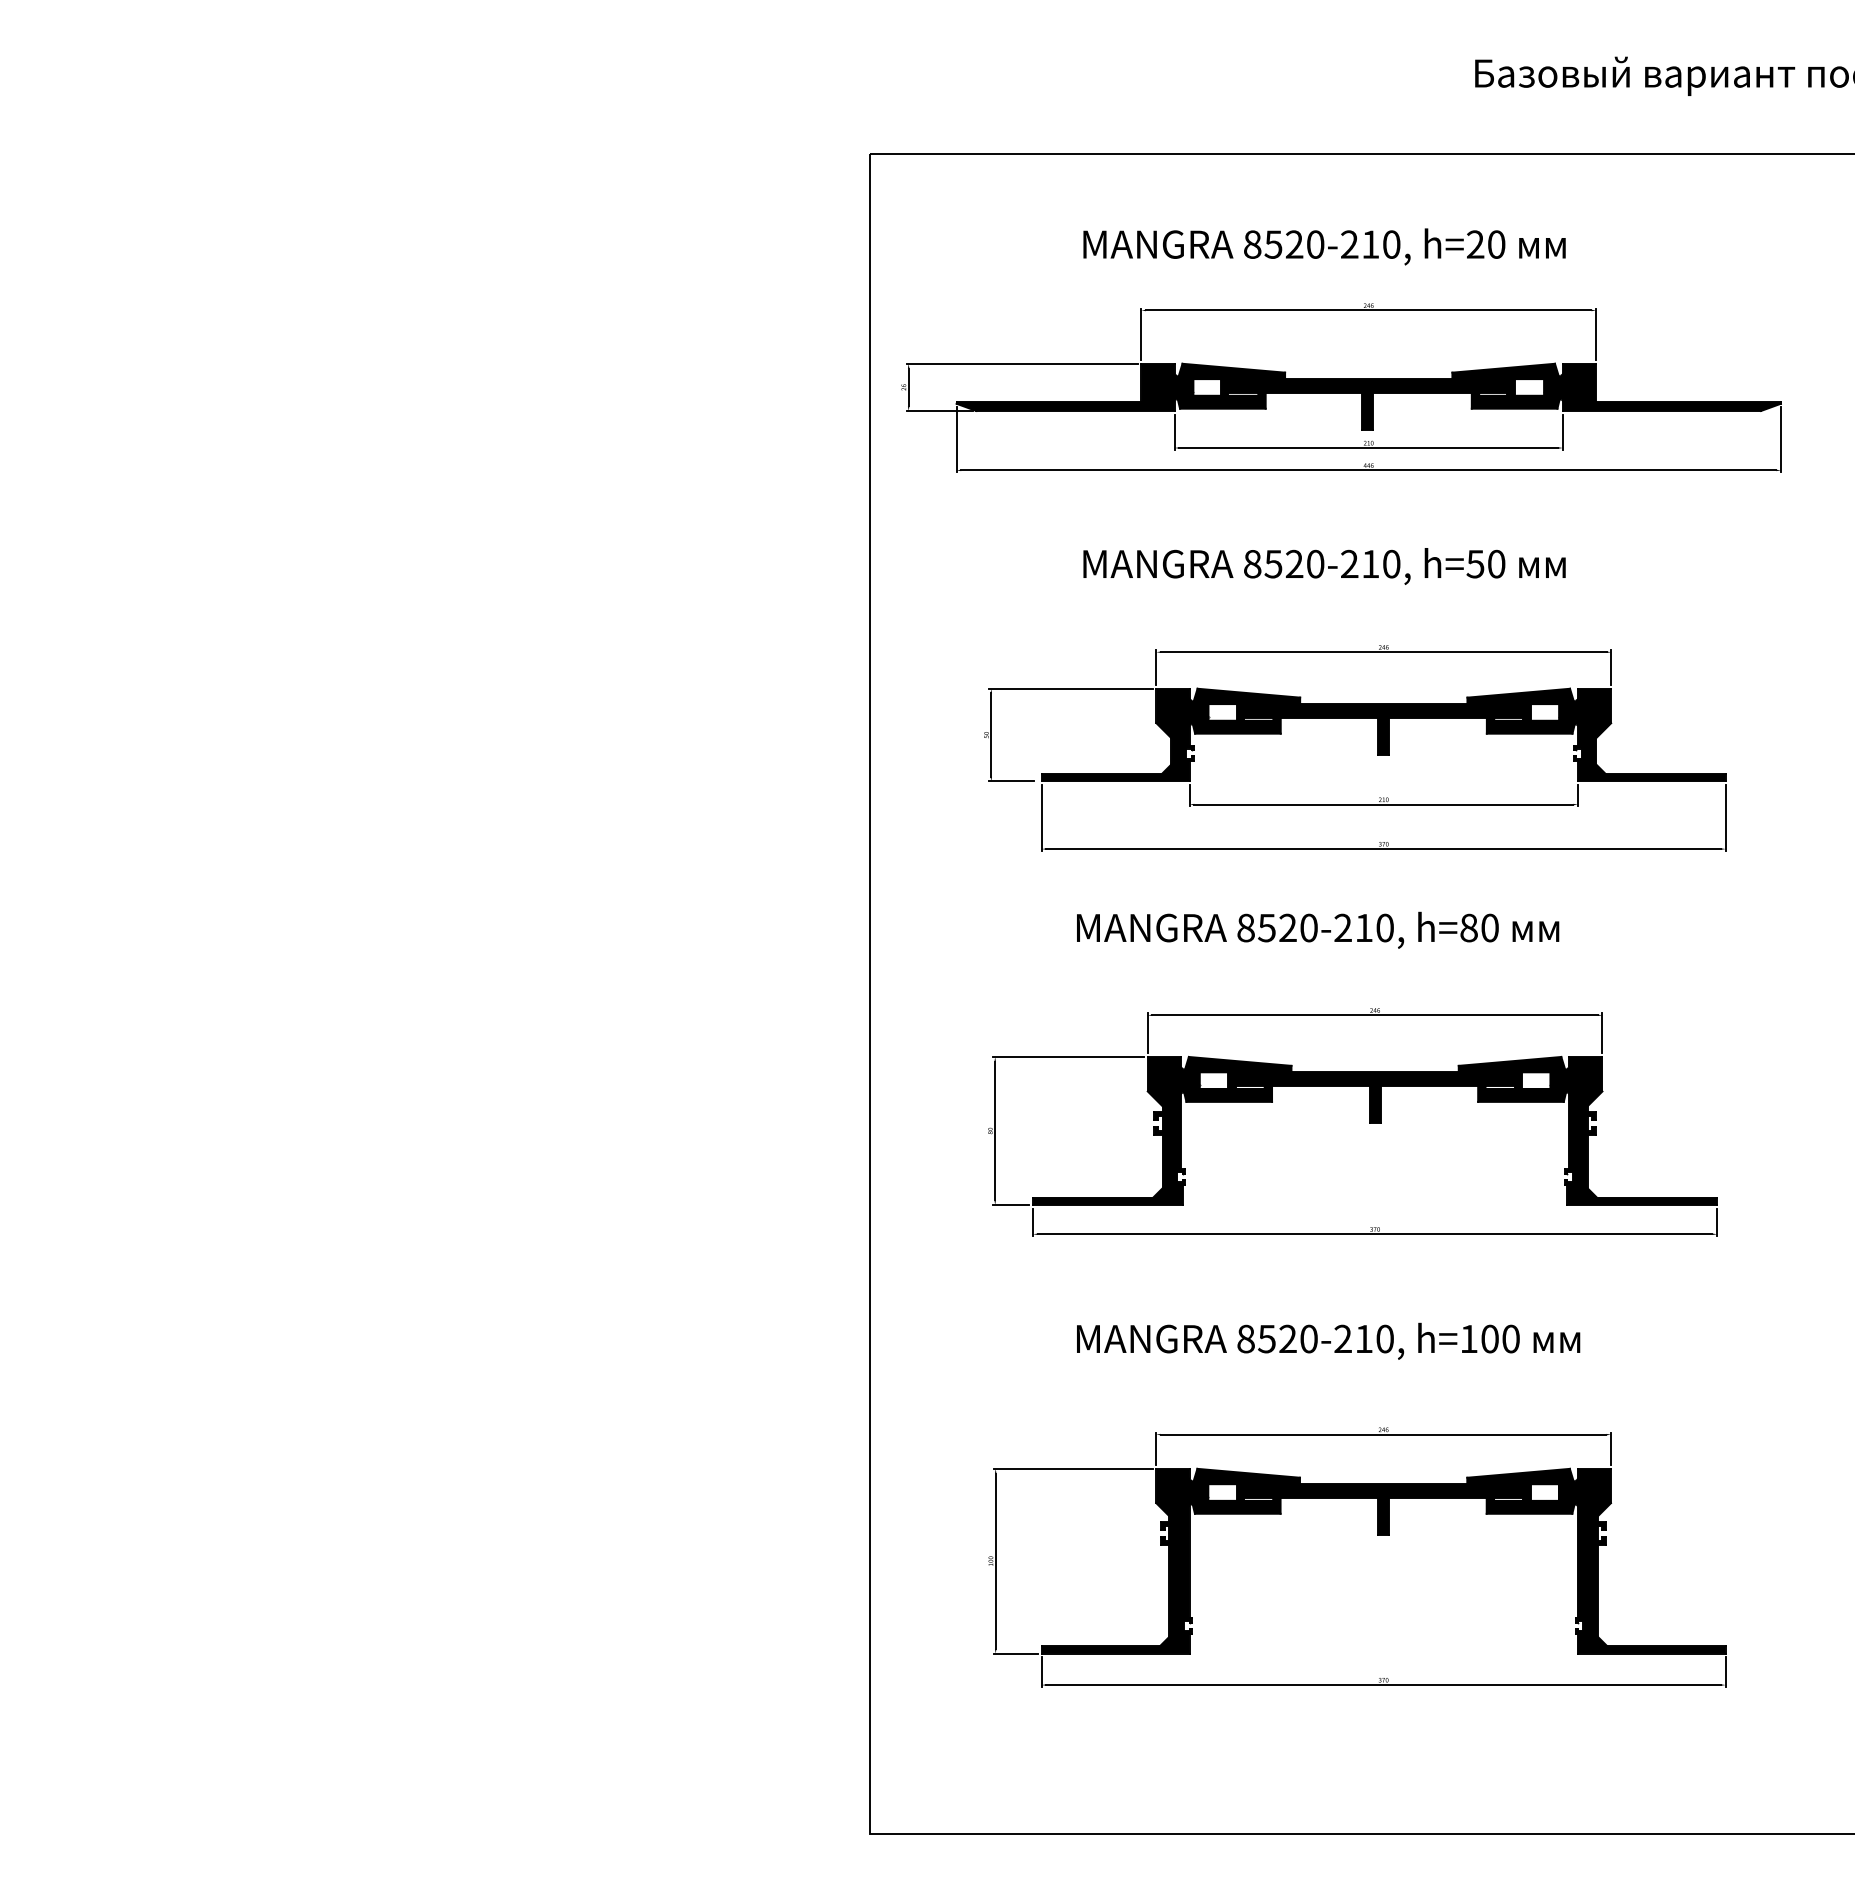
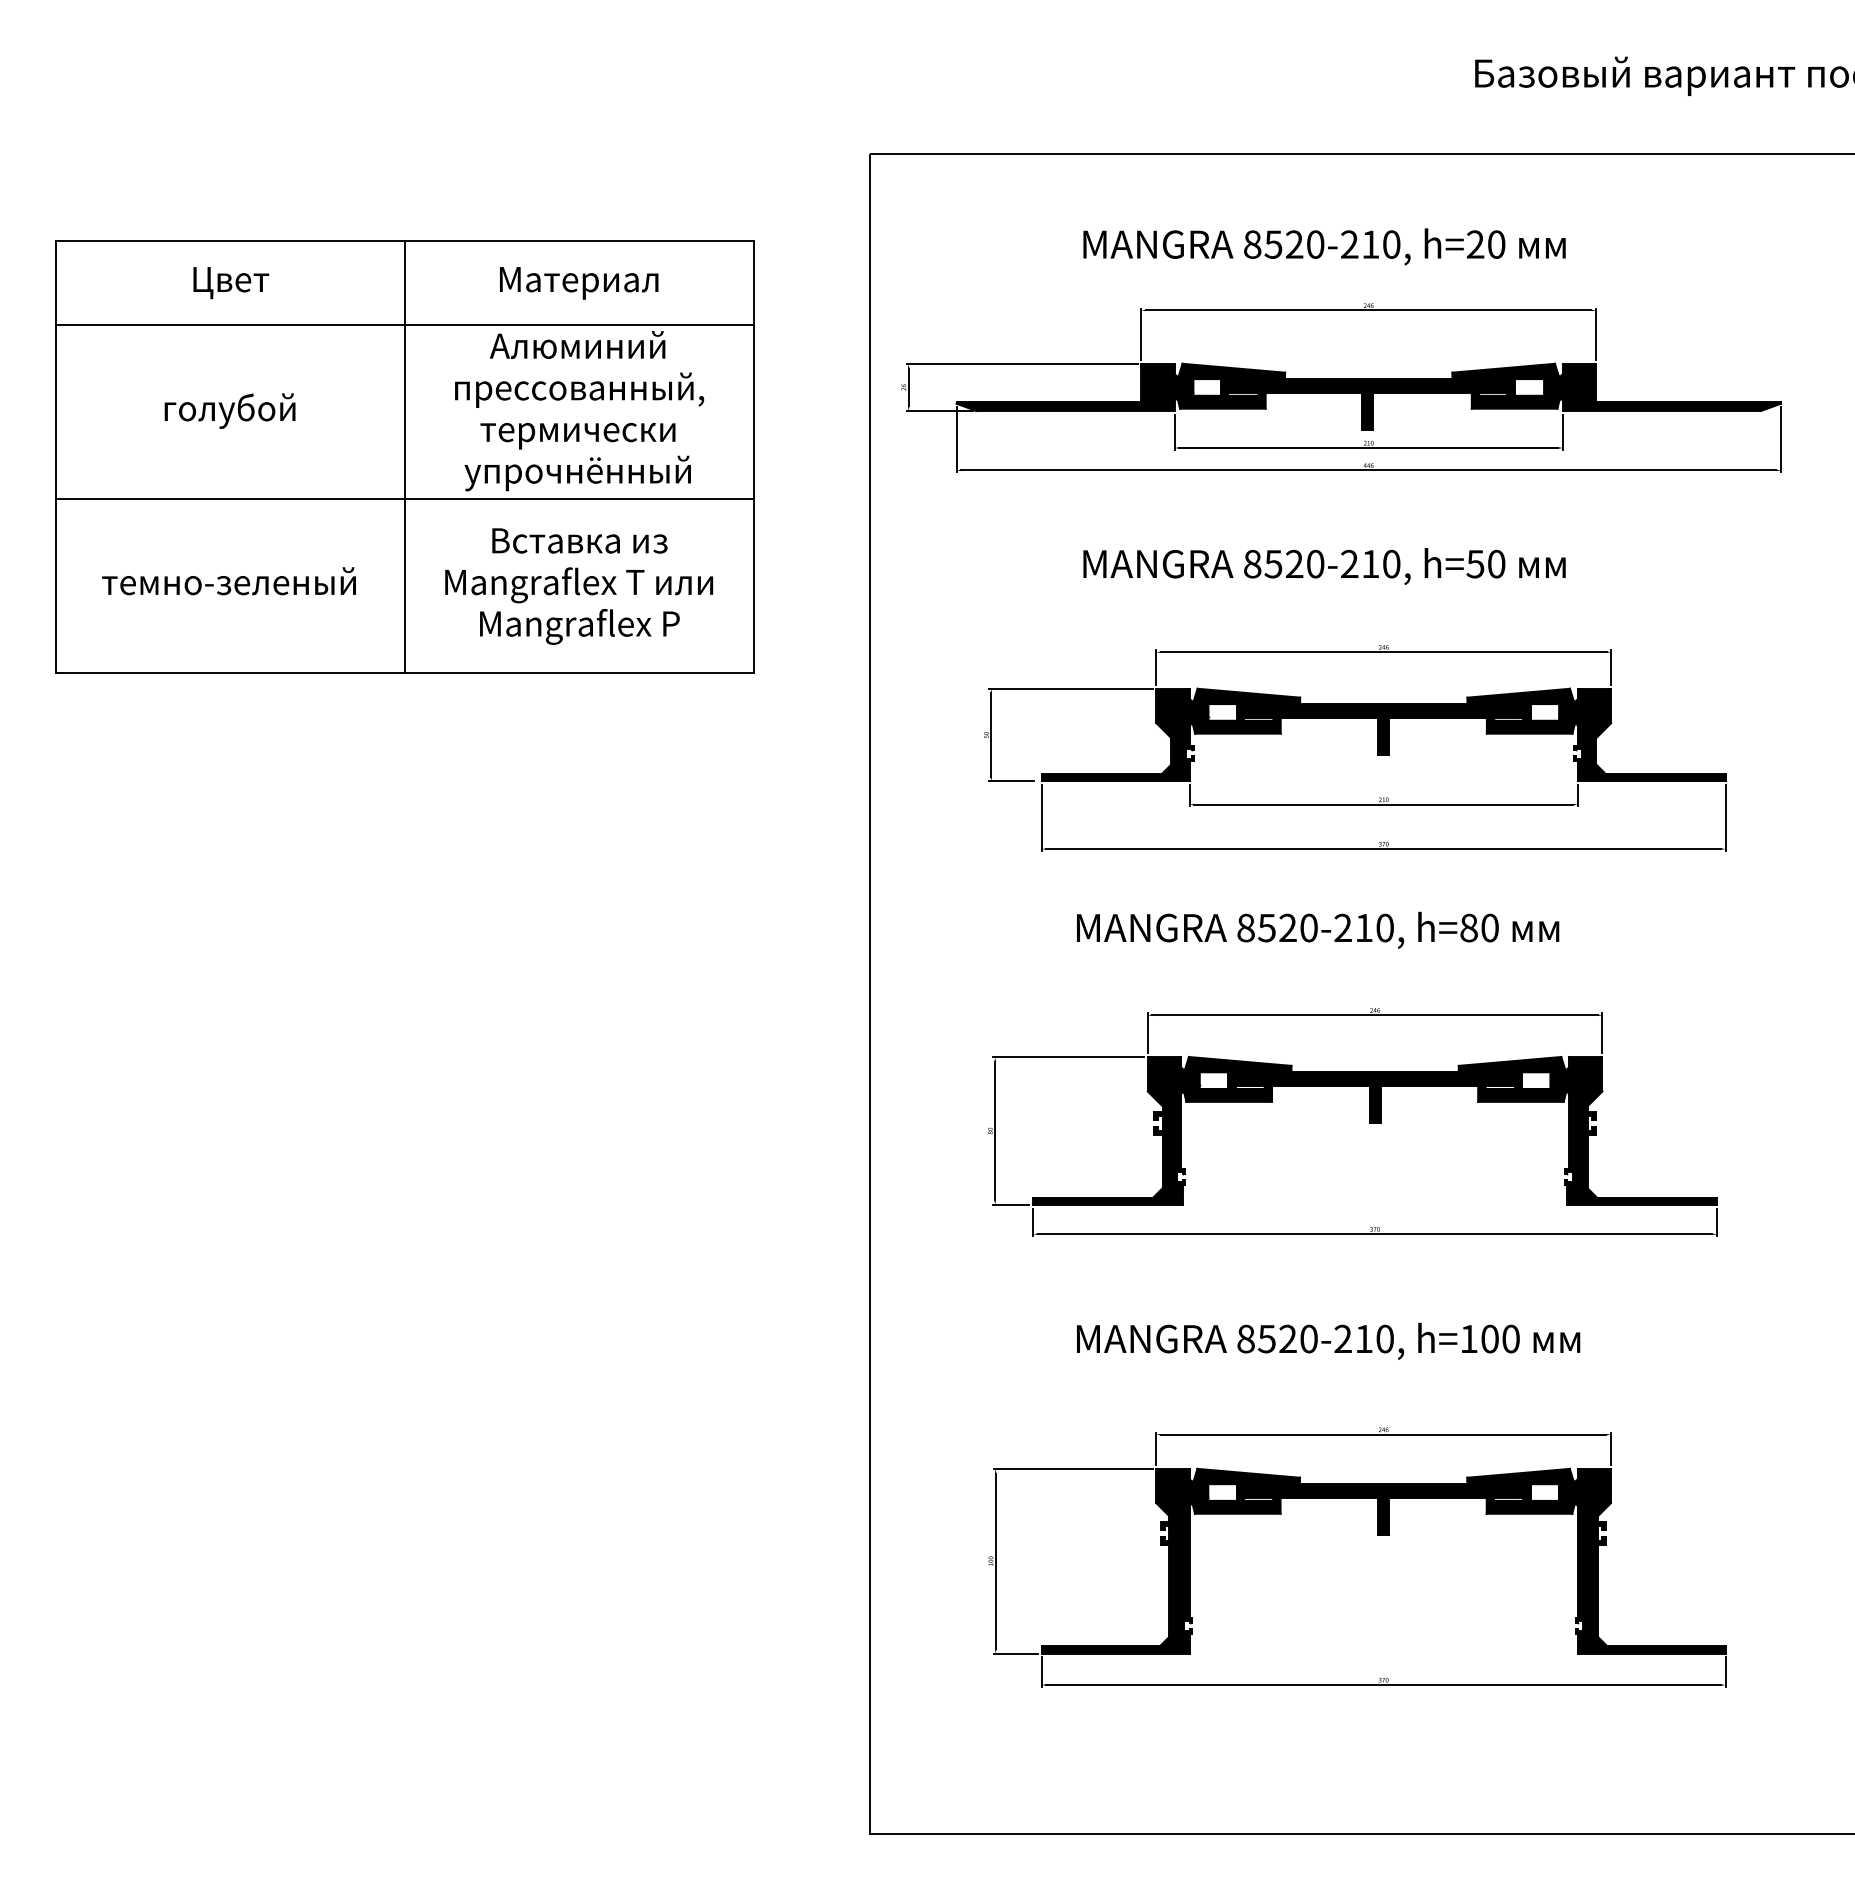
part at (404, 456): none -> present
